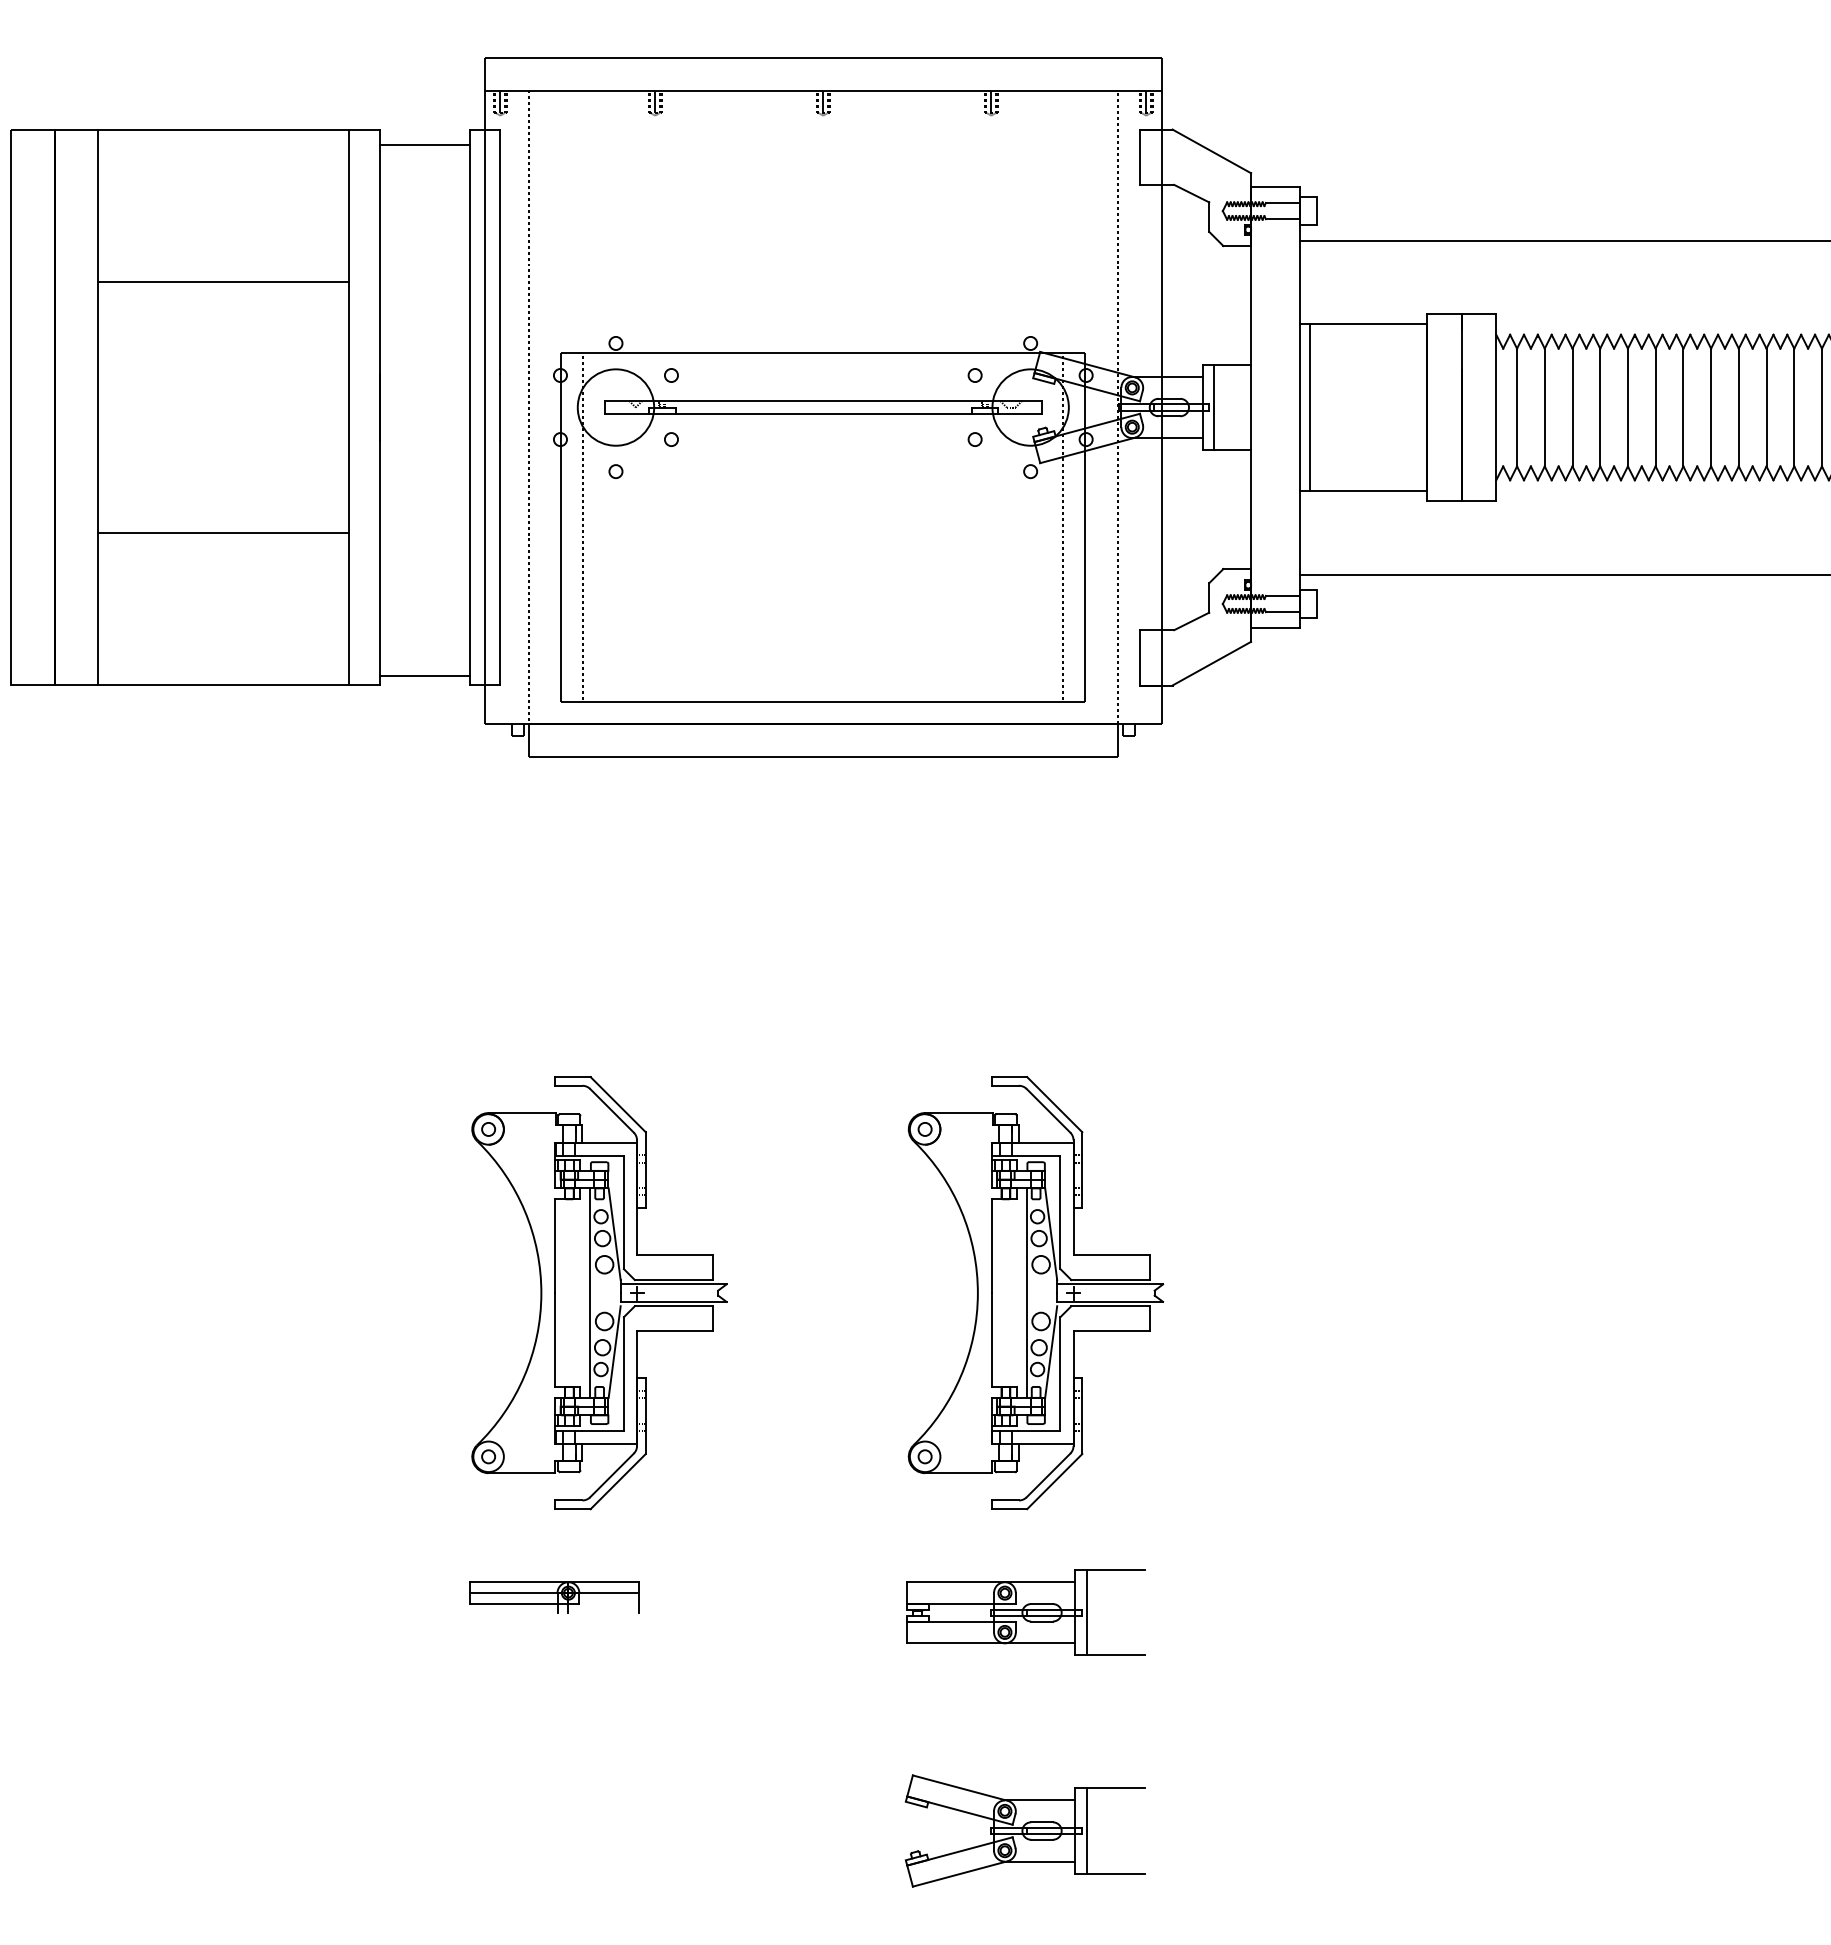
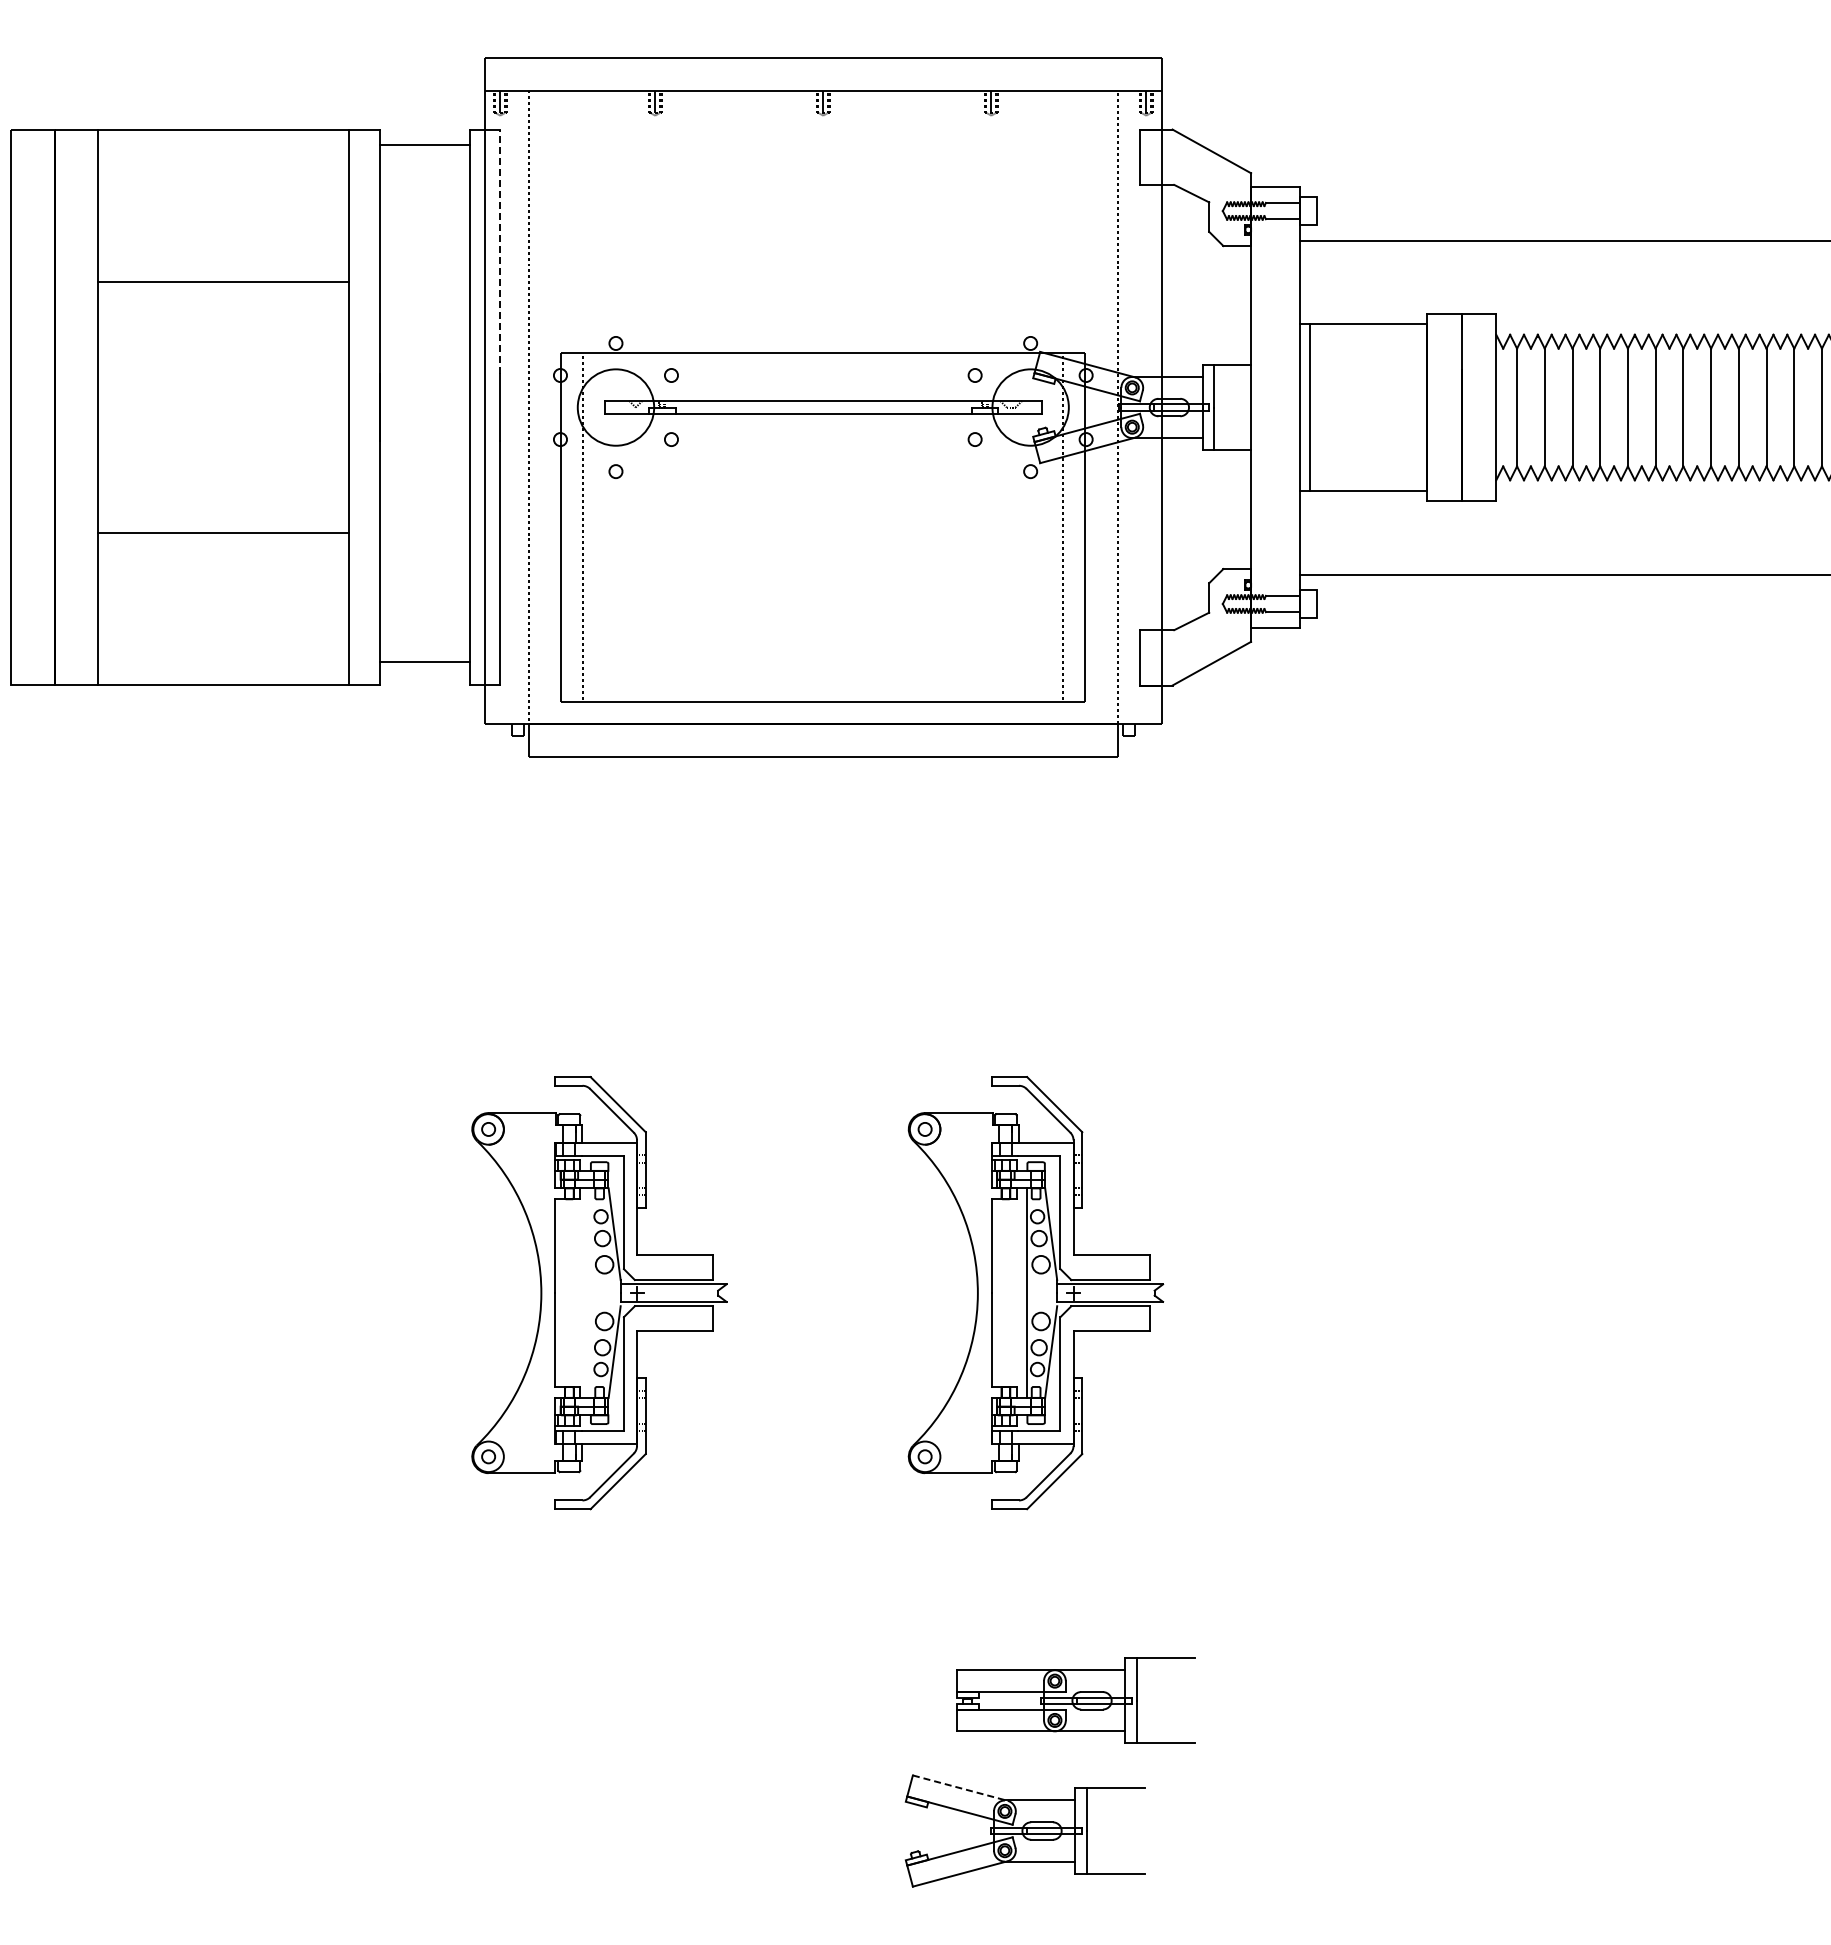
line at (500, 252): solid -> dashed
line at (424, 675) position: (424, 675) -> (424, 661)
line at (590, 1292): present -> none
part at (554, 1597): present -> none
part at (1025, 1612) position: (1025, 1612) -> (1075, 1700)
line at (960, 1788): solid -> dashed
